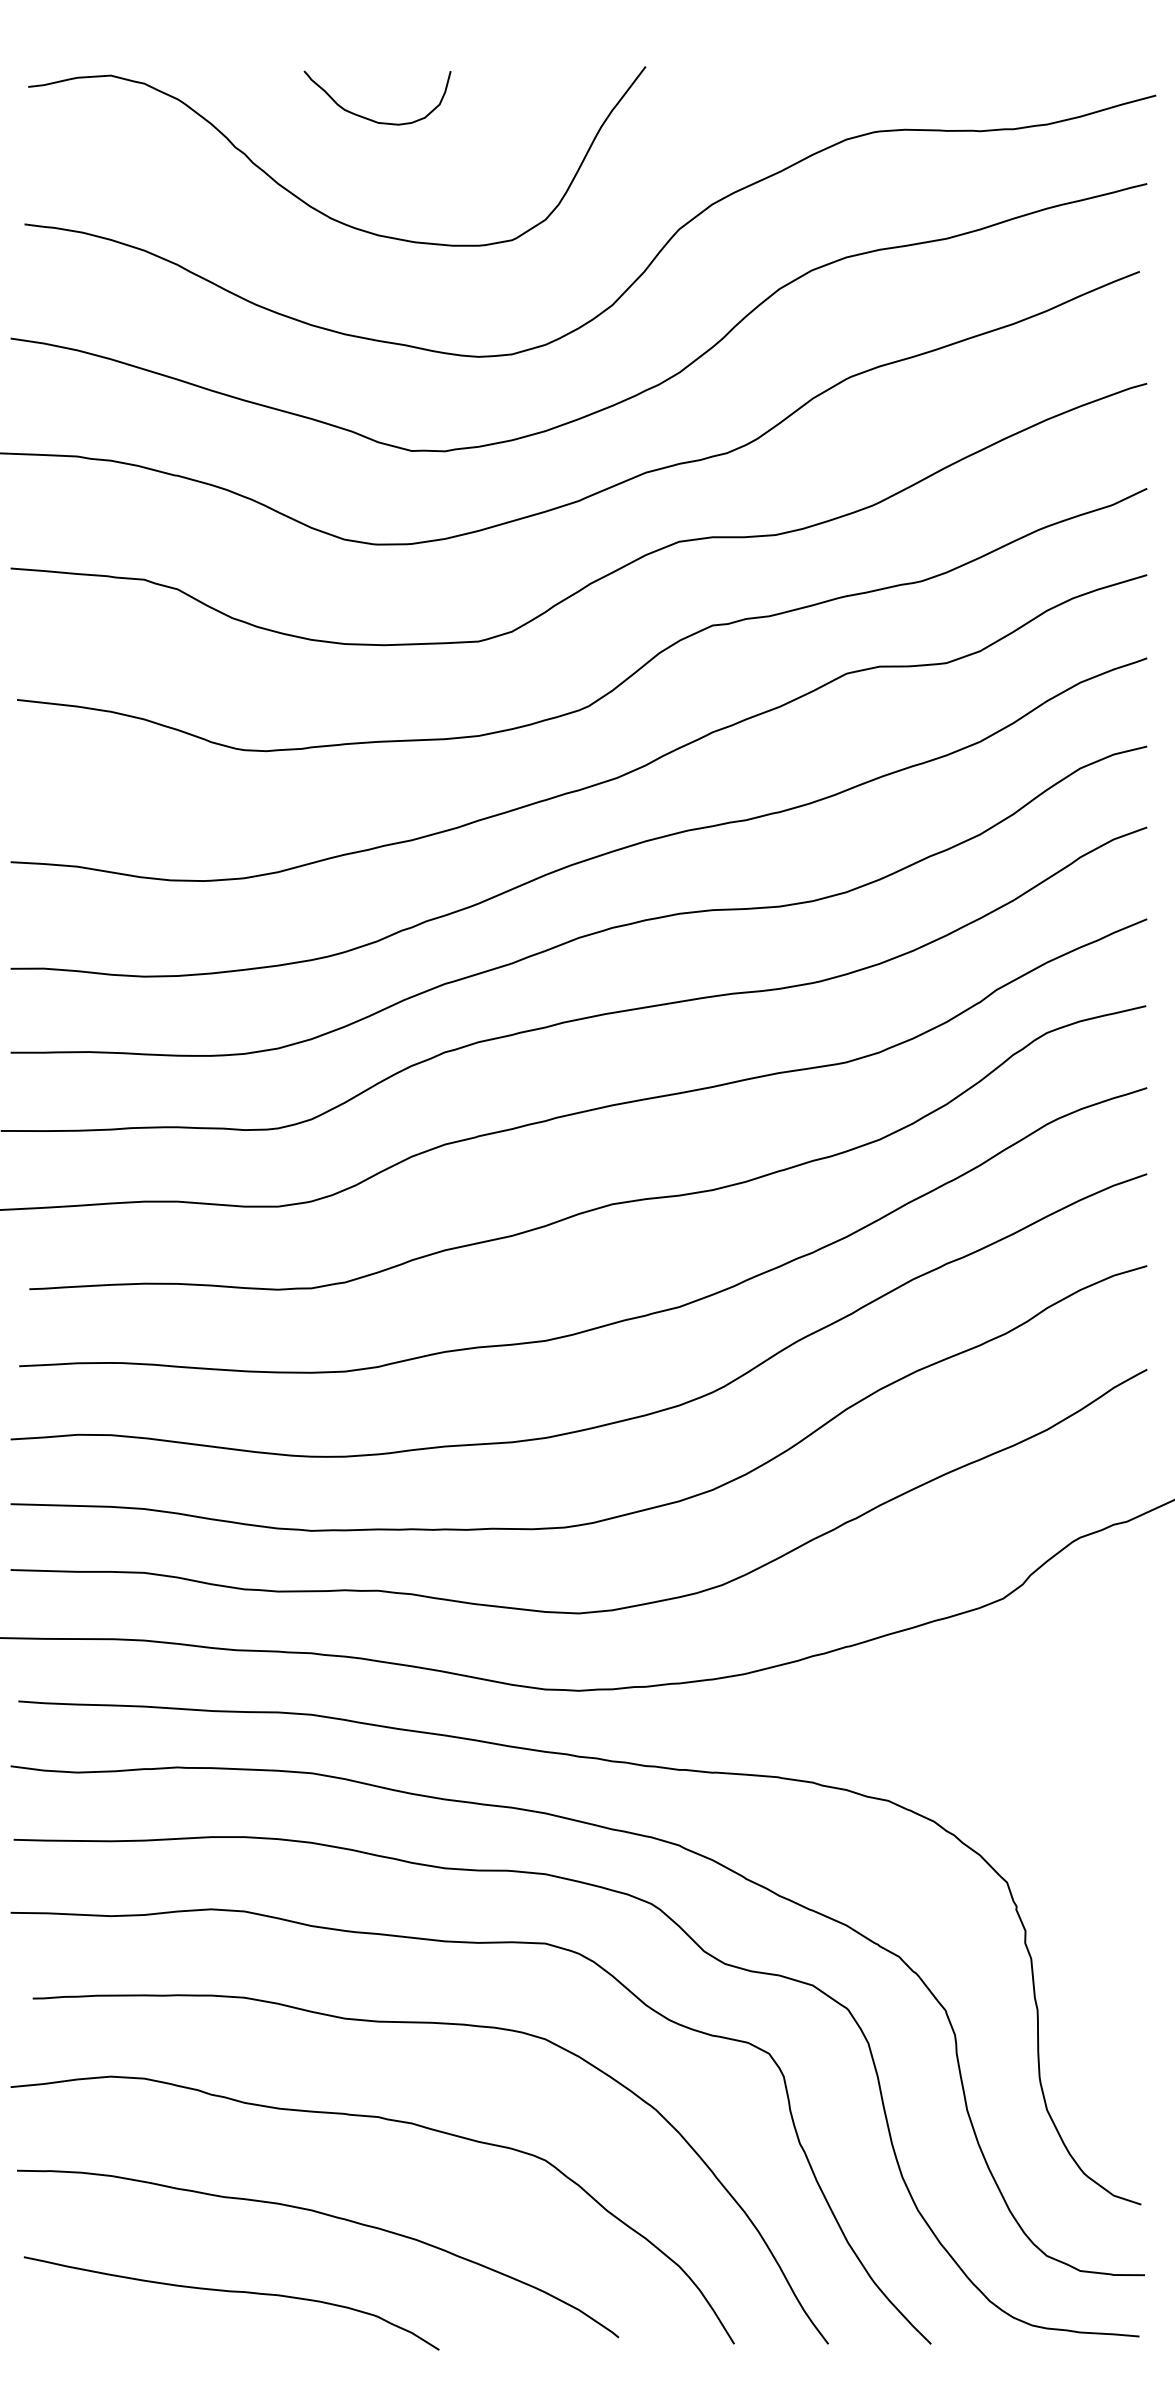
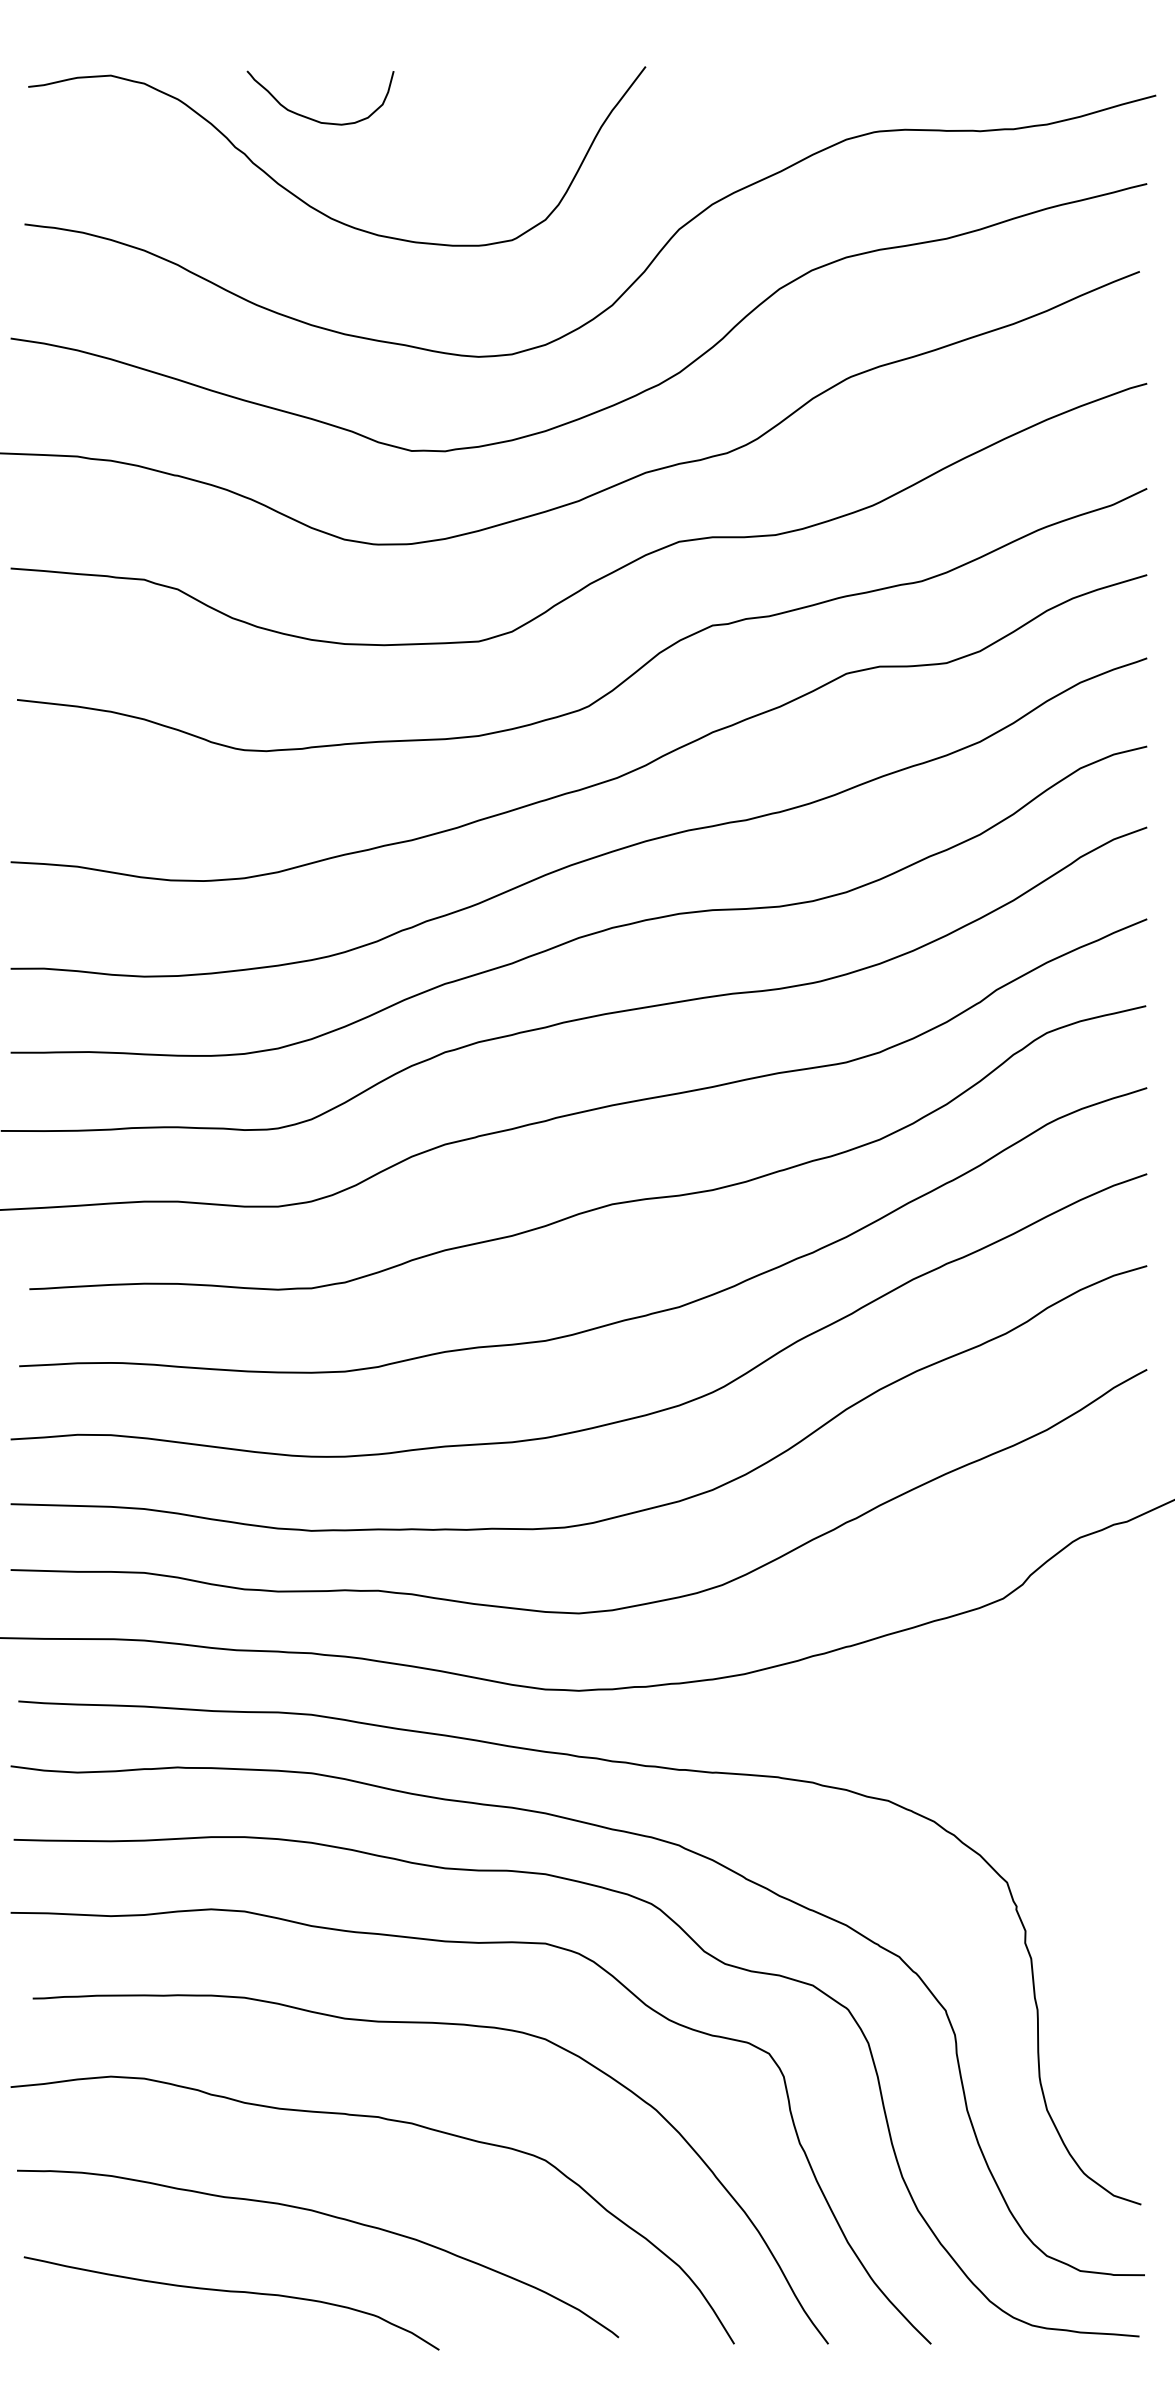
curve at (369, 118) position: (369, 118) -> (312, 118)
